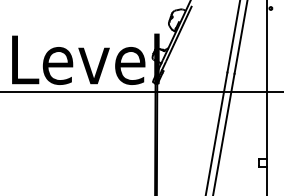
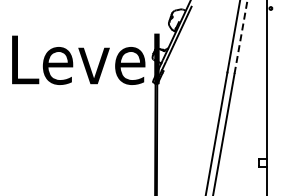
line at (240, 37): solid -> dashed
line at (141, 92): present -> none
